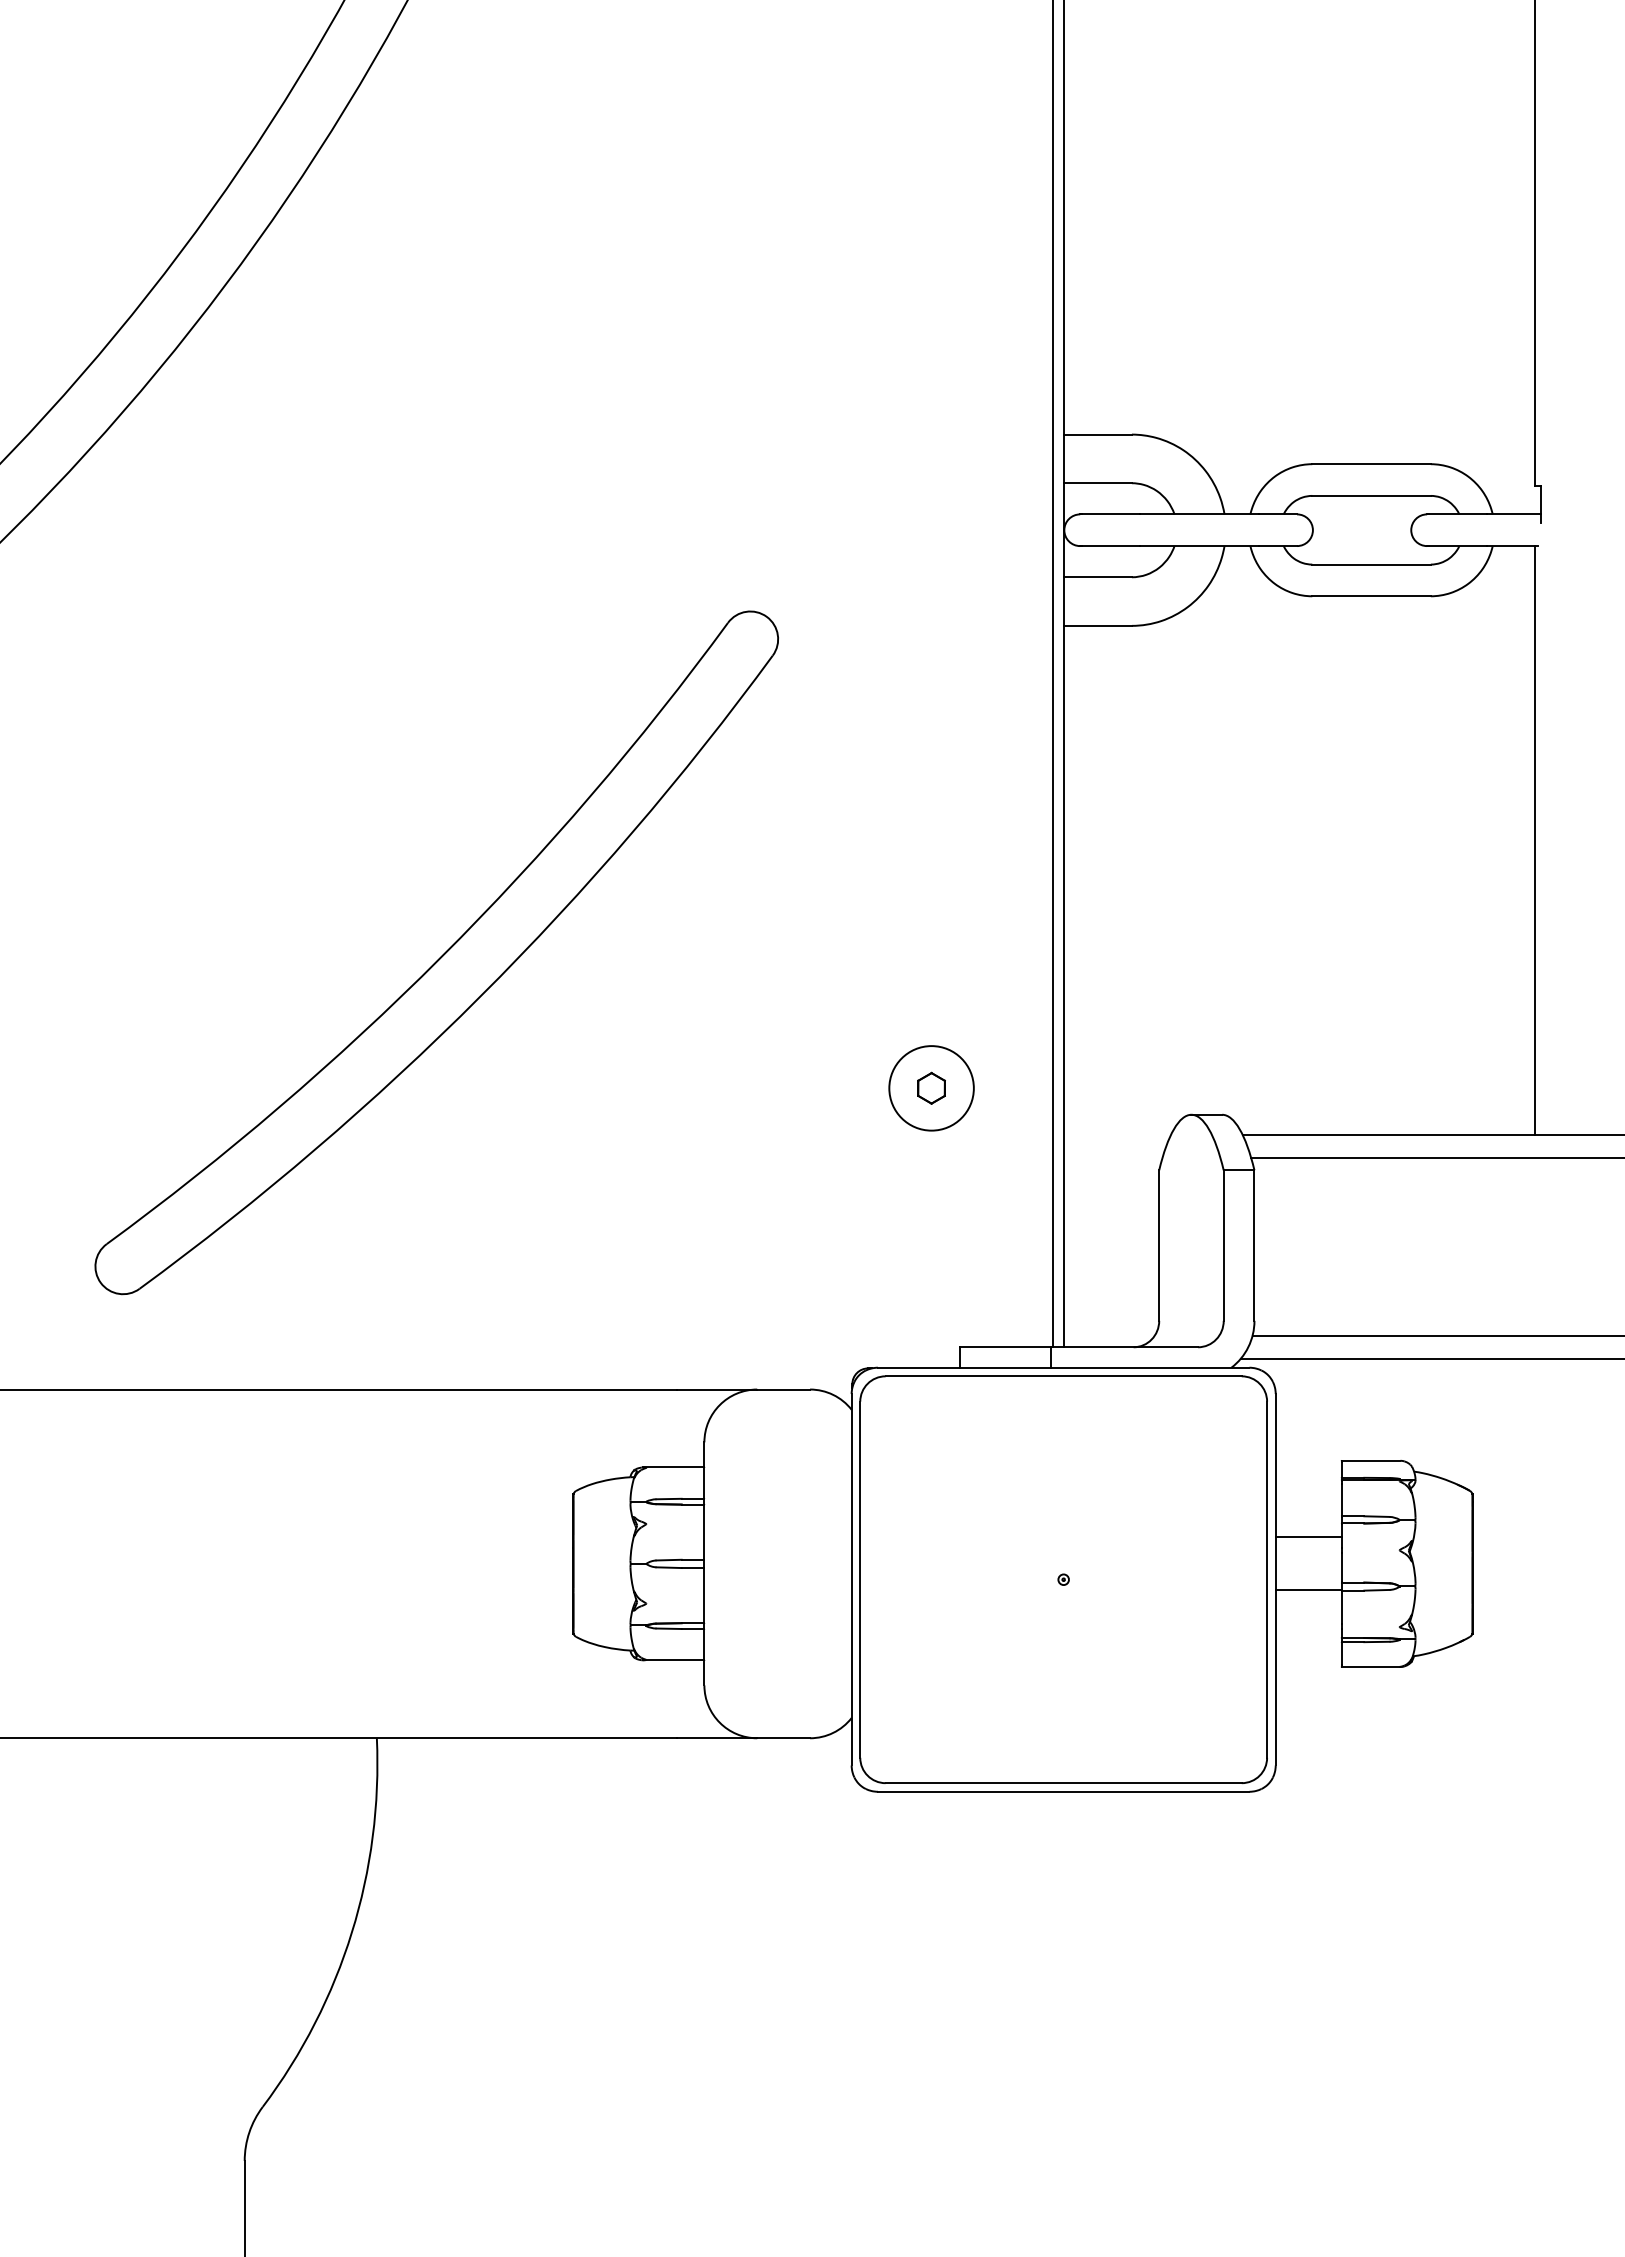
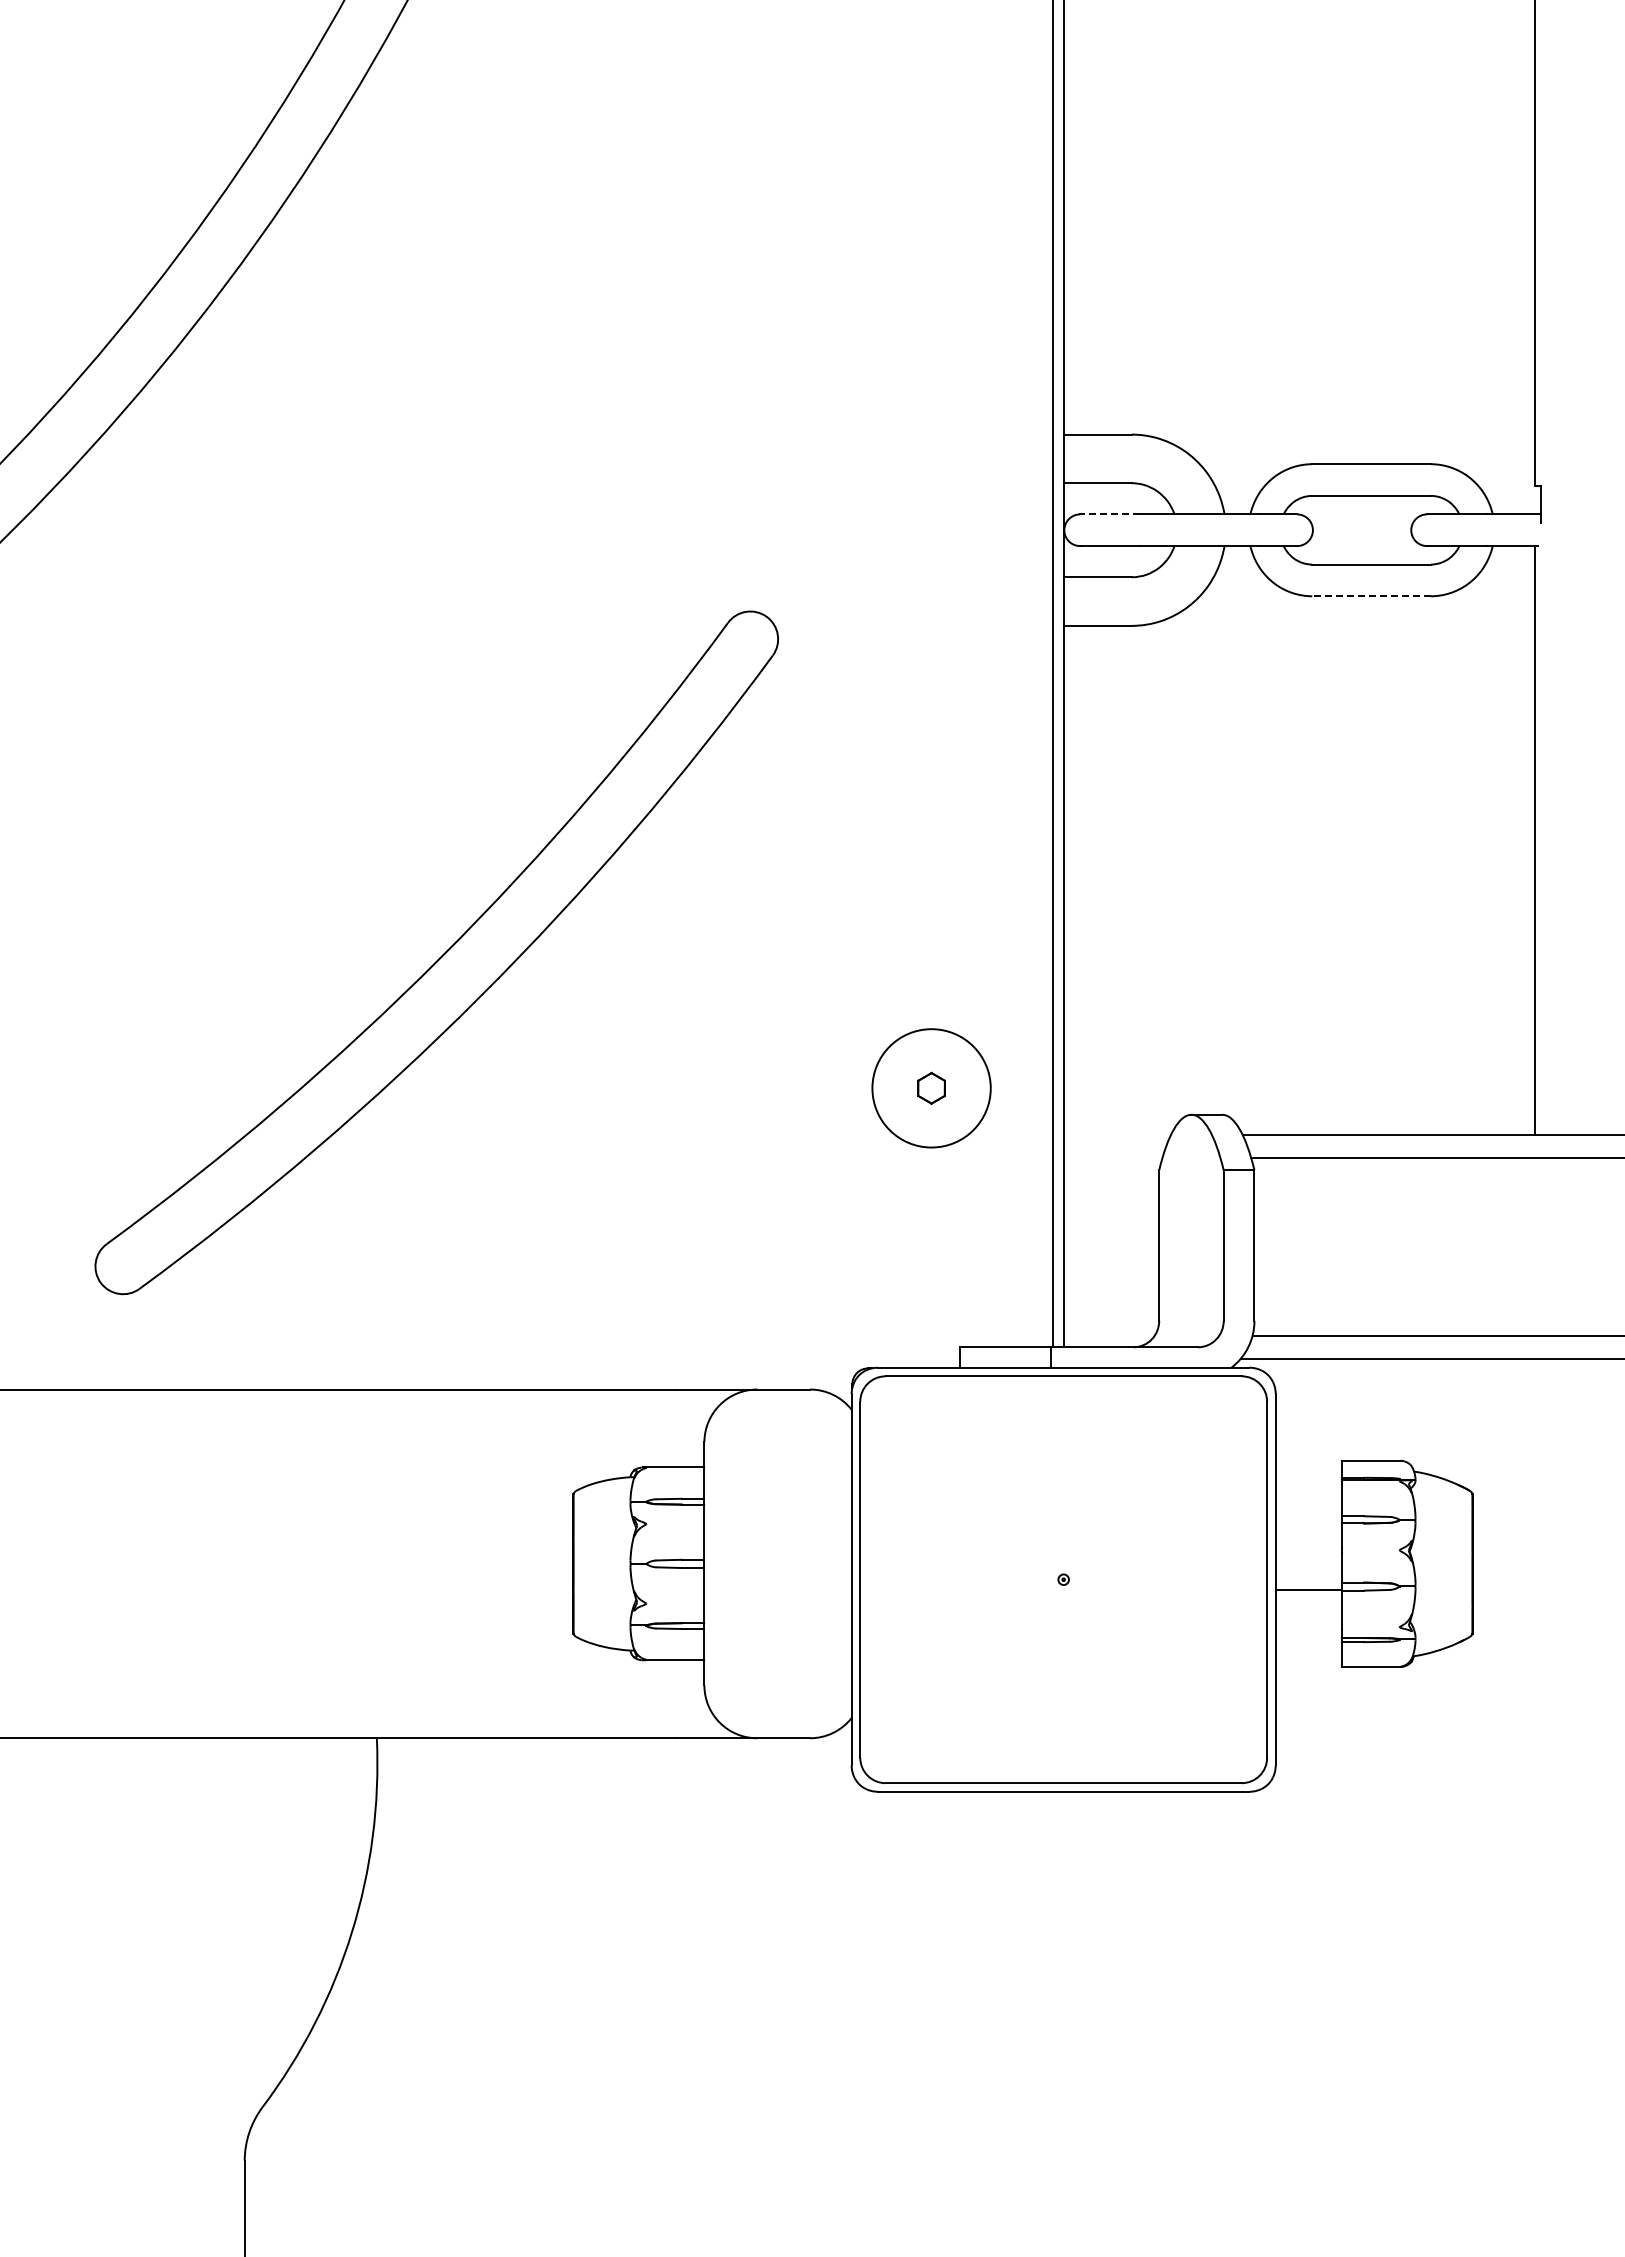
line at (1110, 514): solid -> dashed
line at (1371, 596): solid -> dashed
circle at (931, 1088) diameter: 85 px -> 118 px
line at (1308, 1537): present -> none
